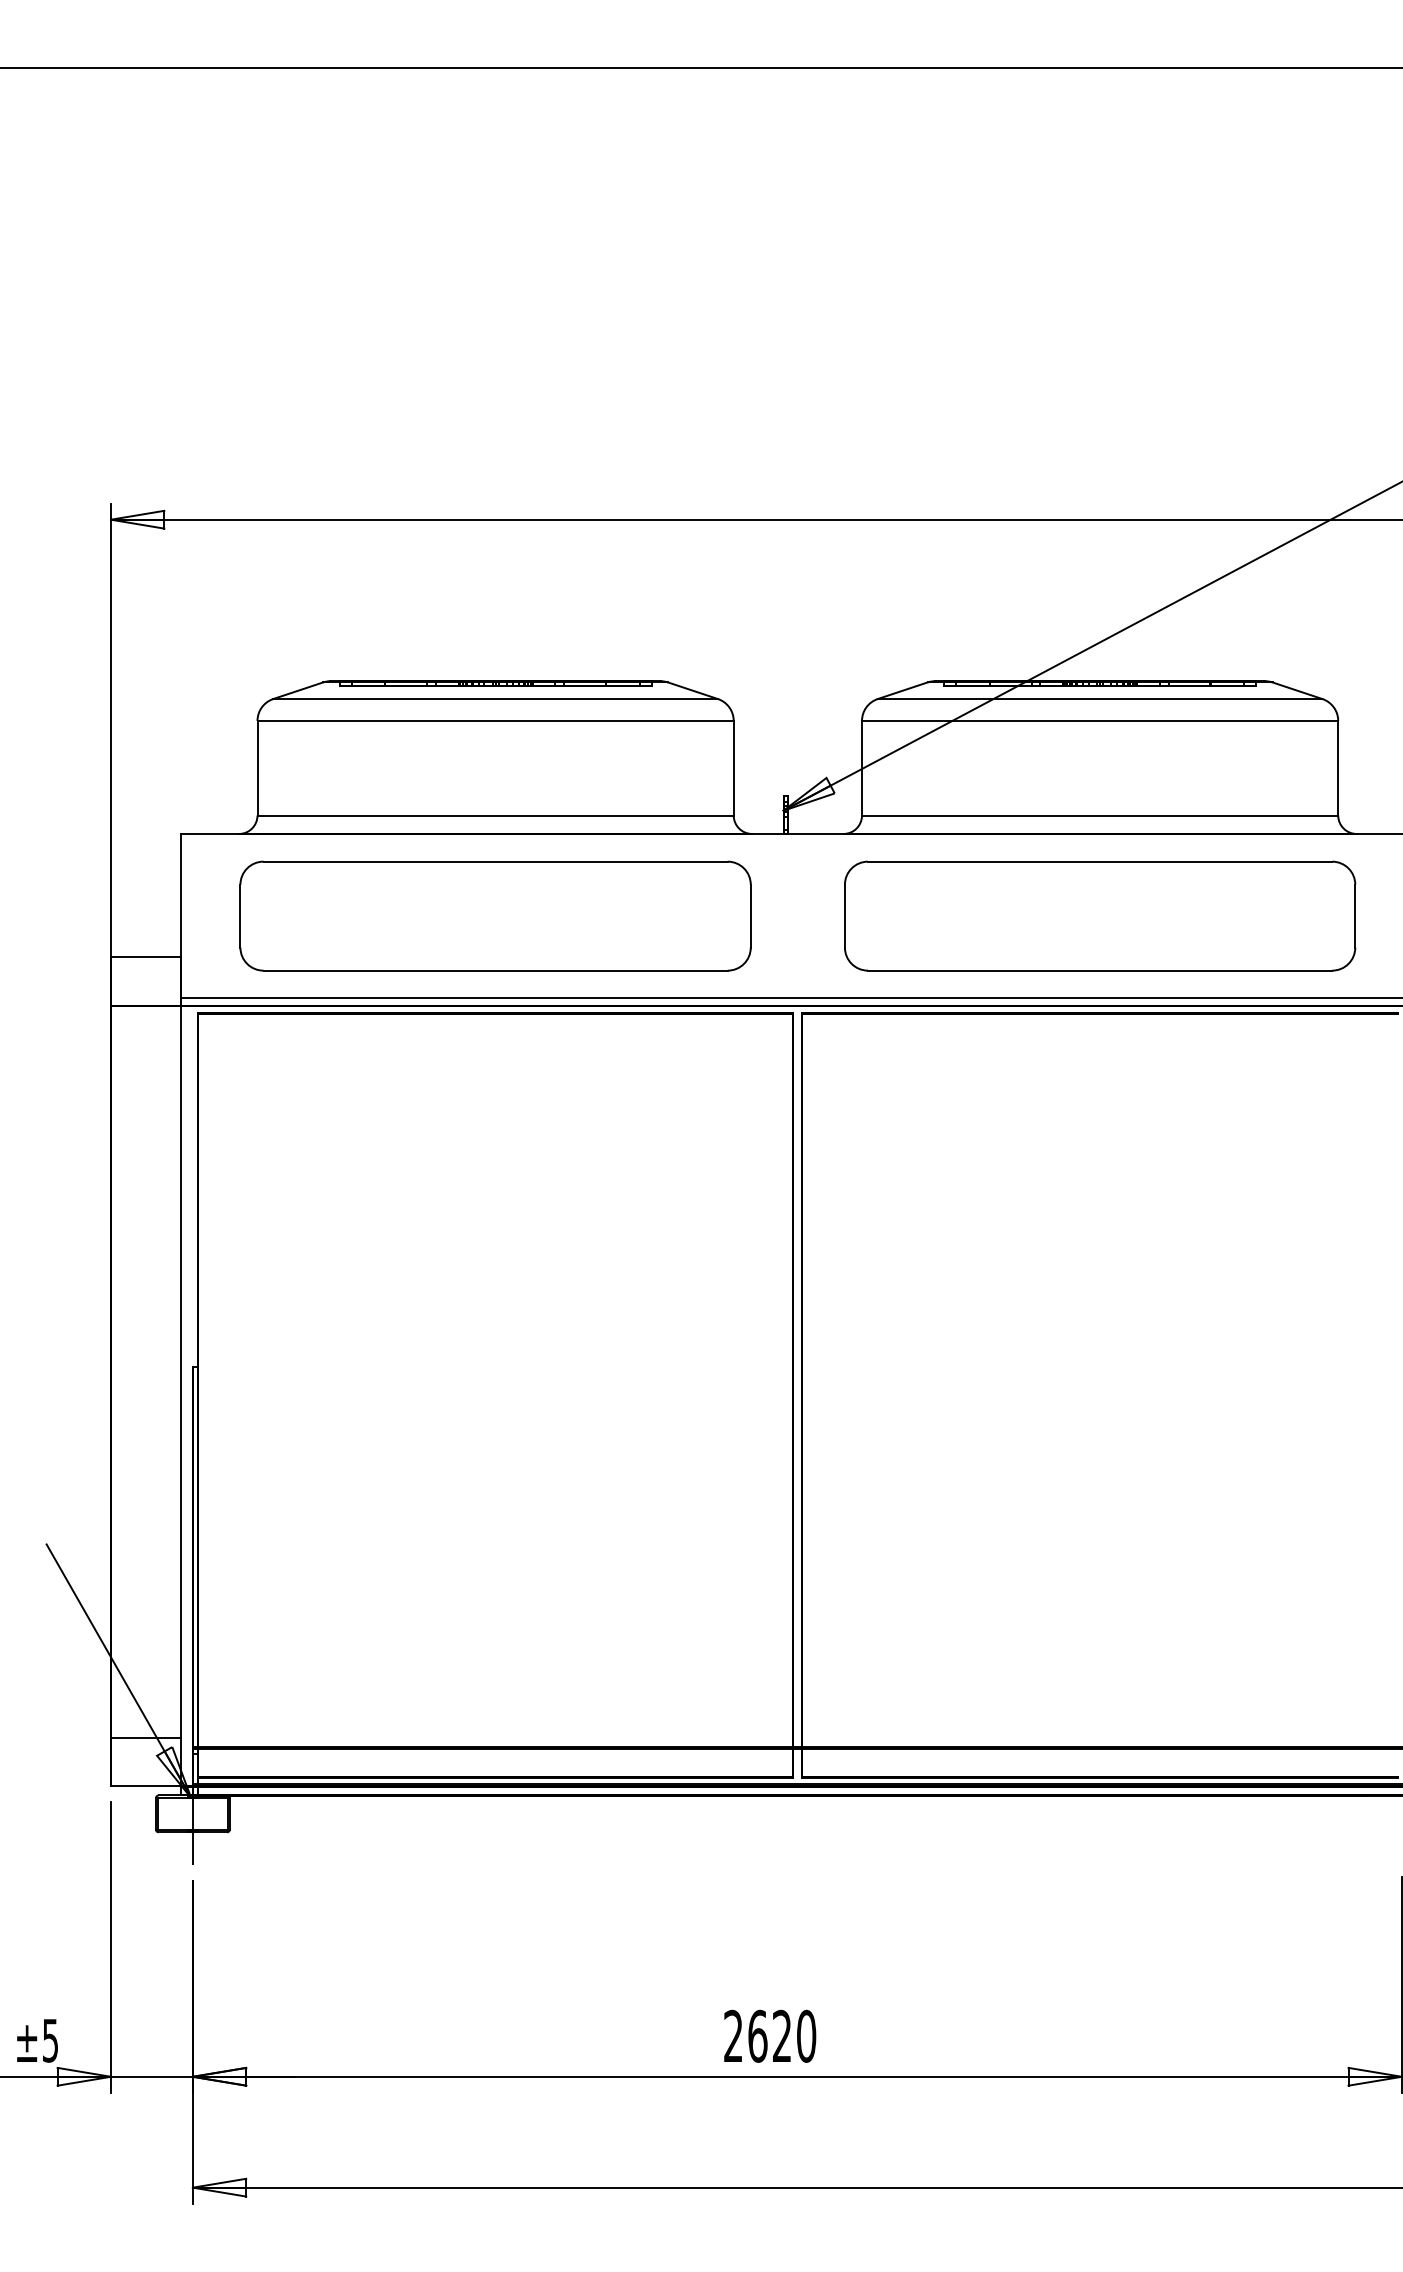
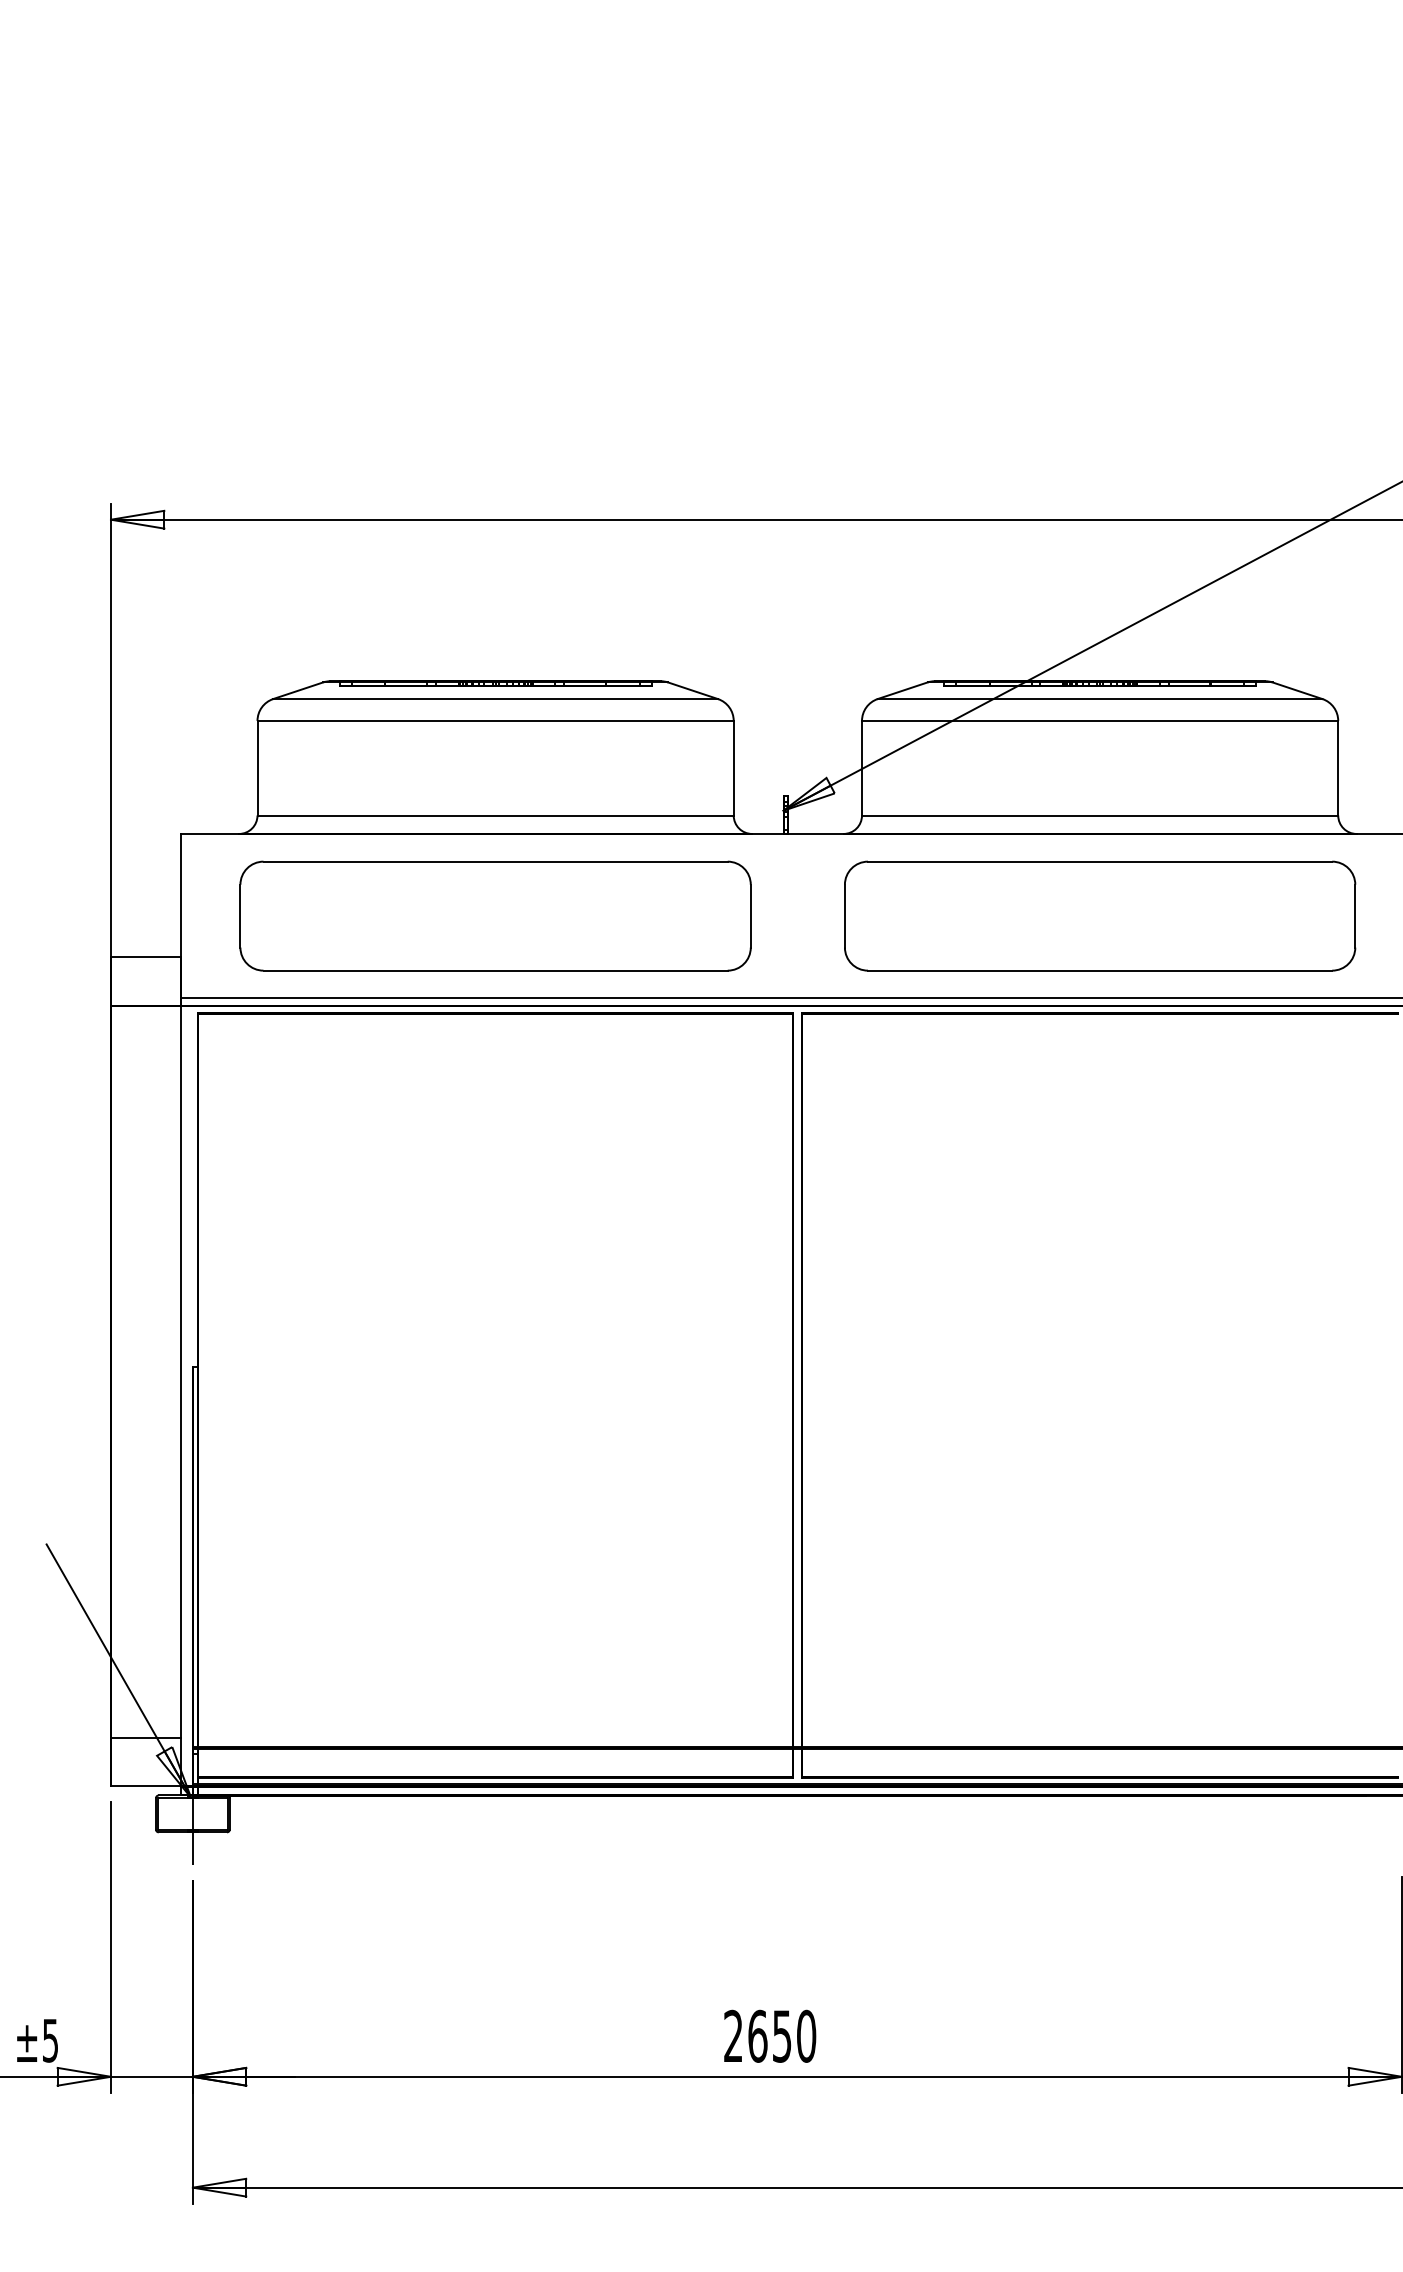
line at (700, 68): present -> none
text at (782, 2035): 2620 -> 2650
